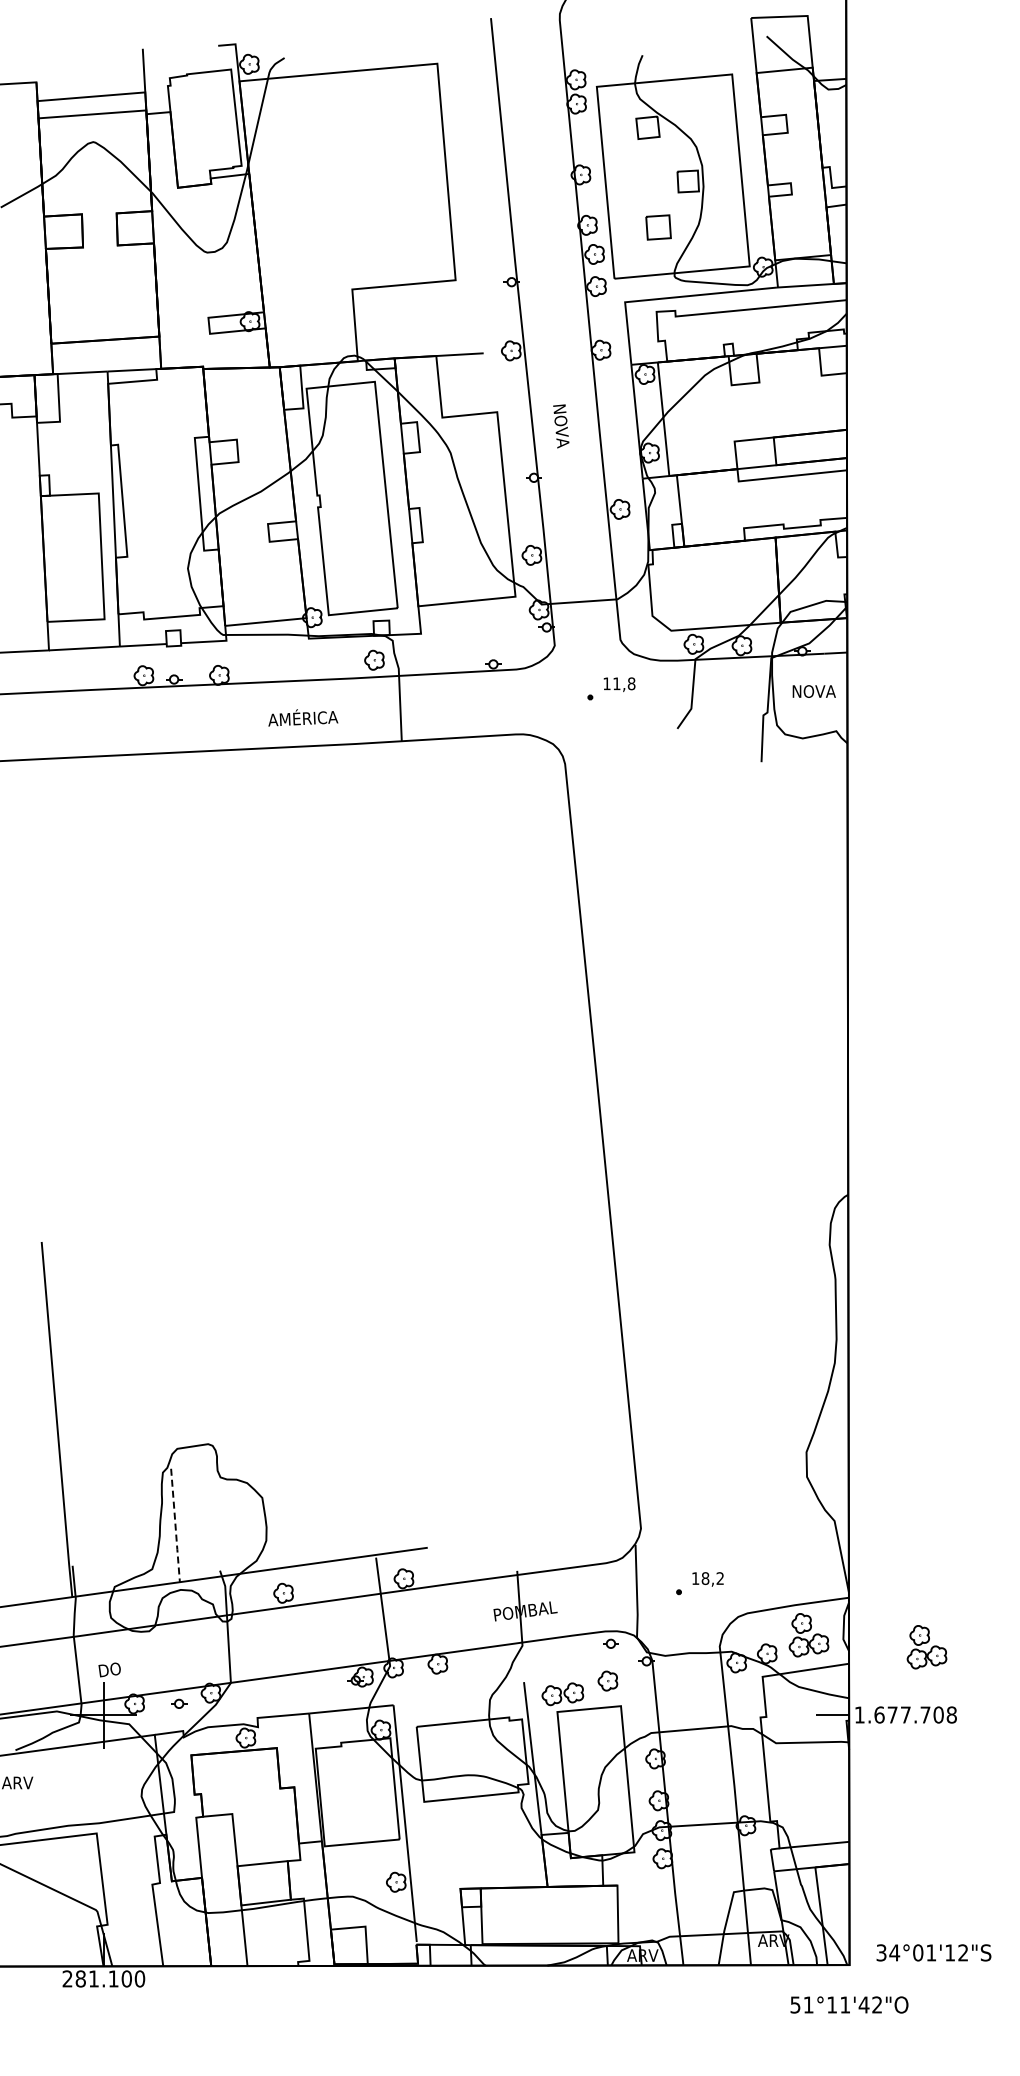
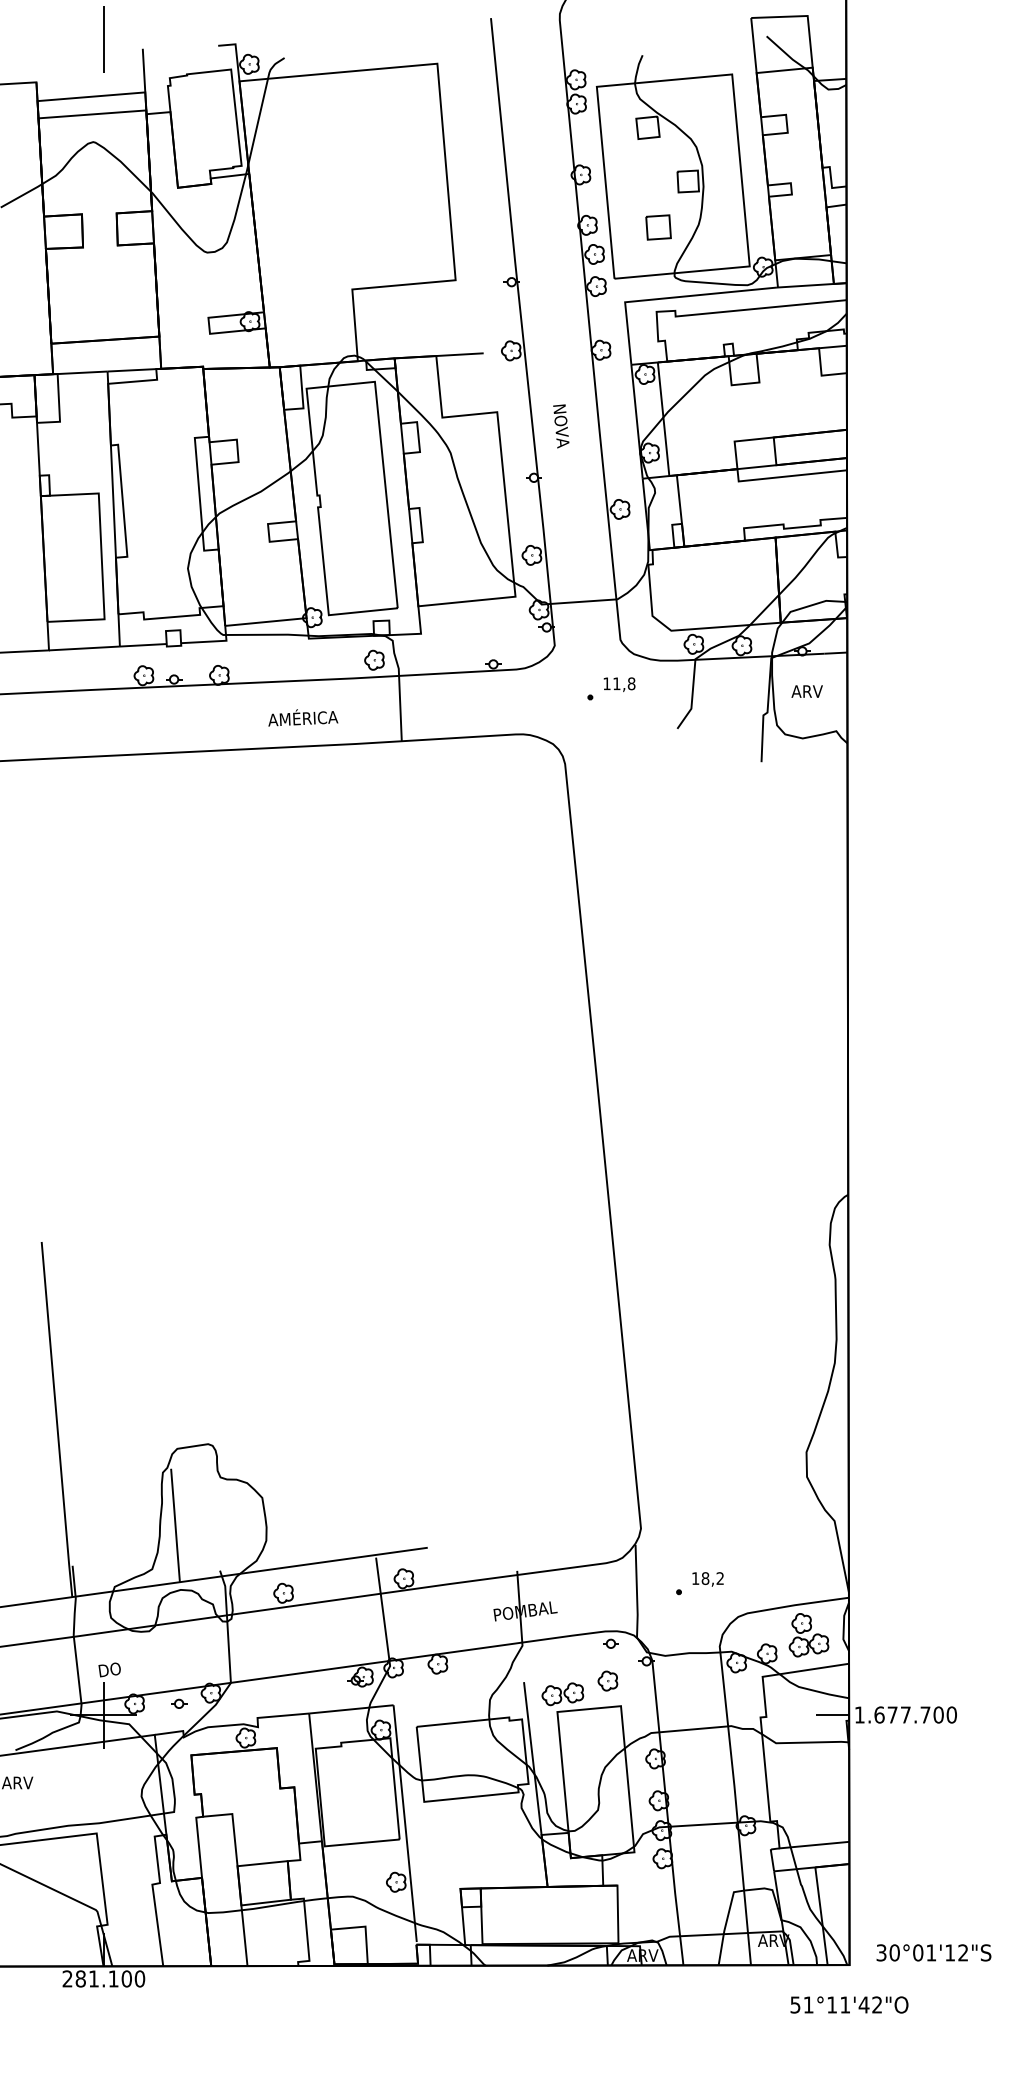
line at (103, 39): none -> present
text at (813, 691): NOVA -> ARV
line at (175, 1525): dashed -> solid
part at (926, 1647): present -> none
text at (951, 1714): 1.677.708 -> 1.677.700
text at (894, 1952): 34°01'12"S -> 30°01'12"S
